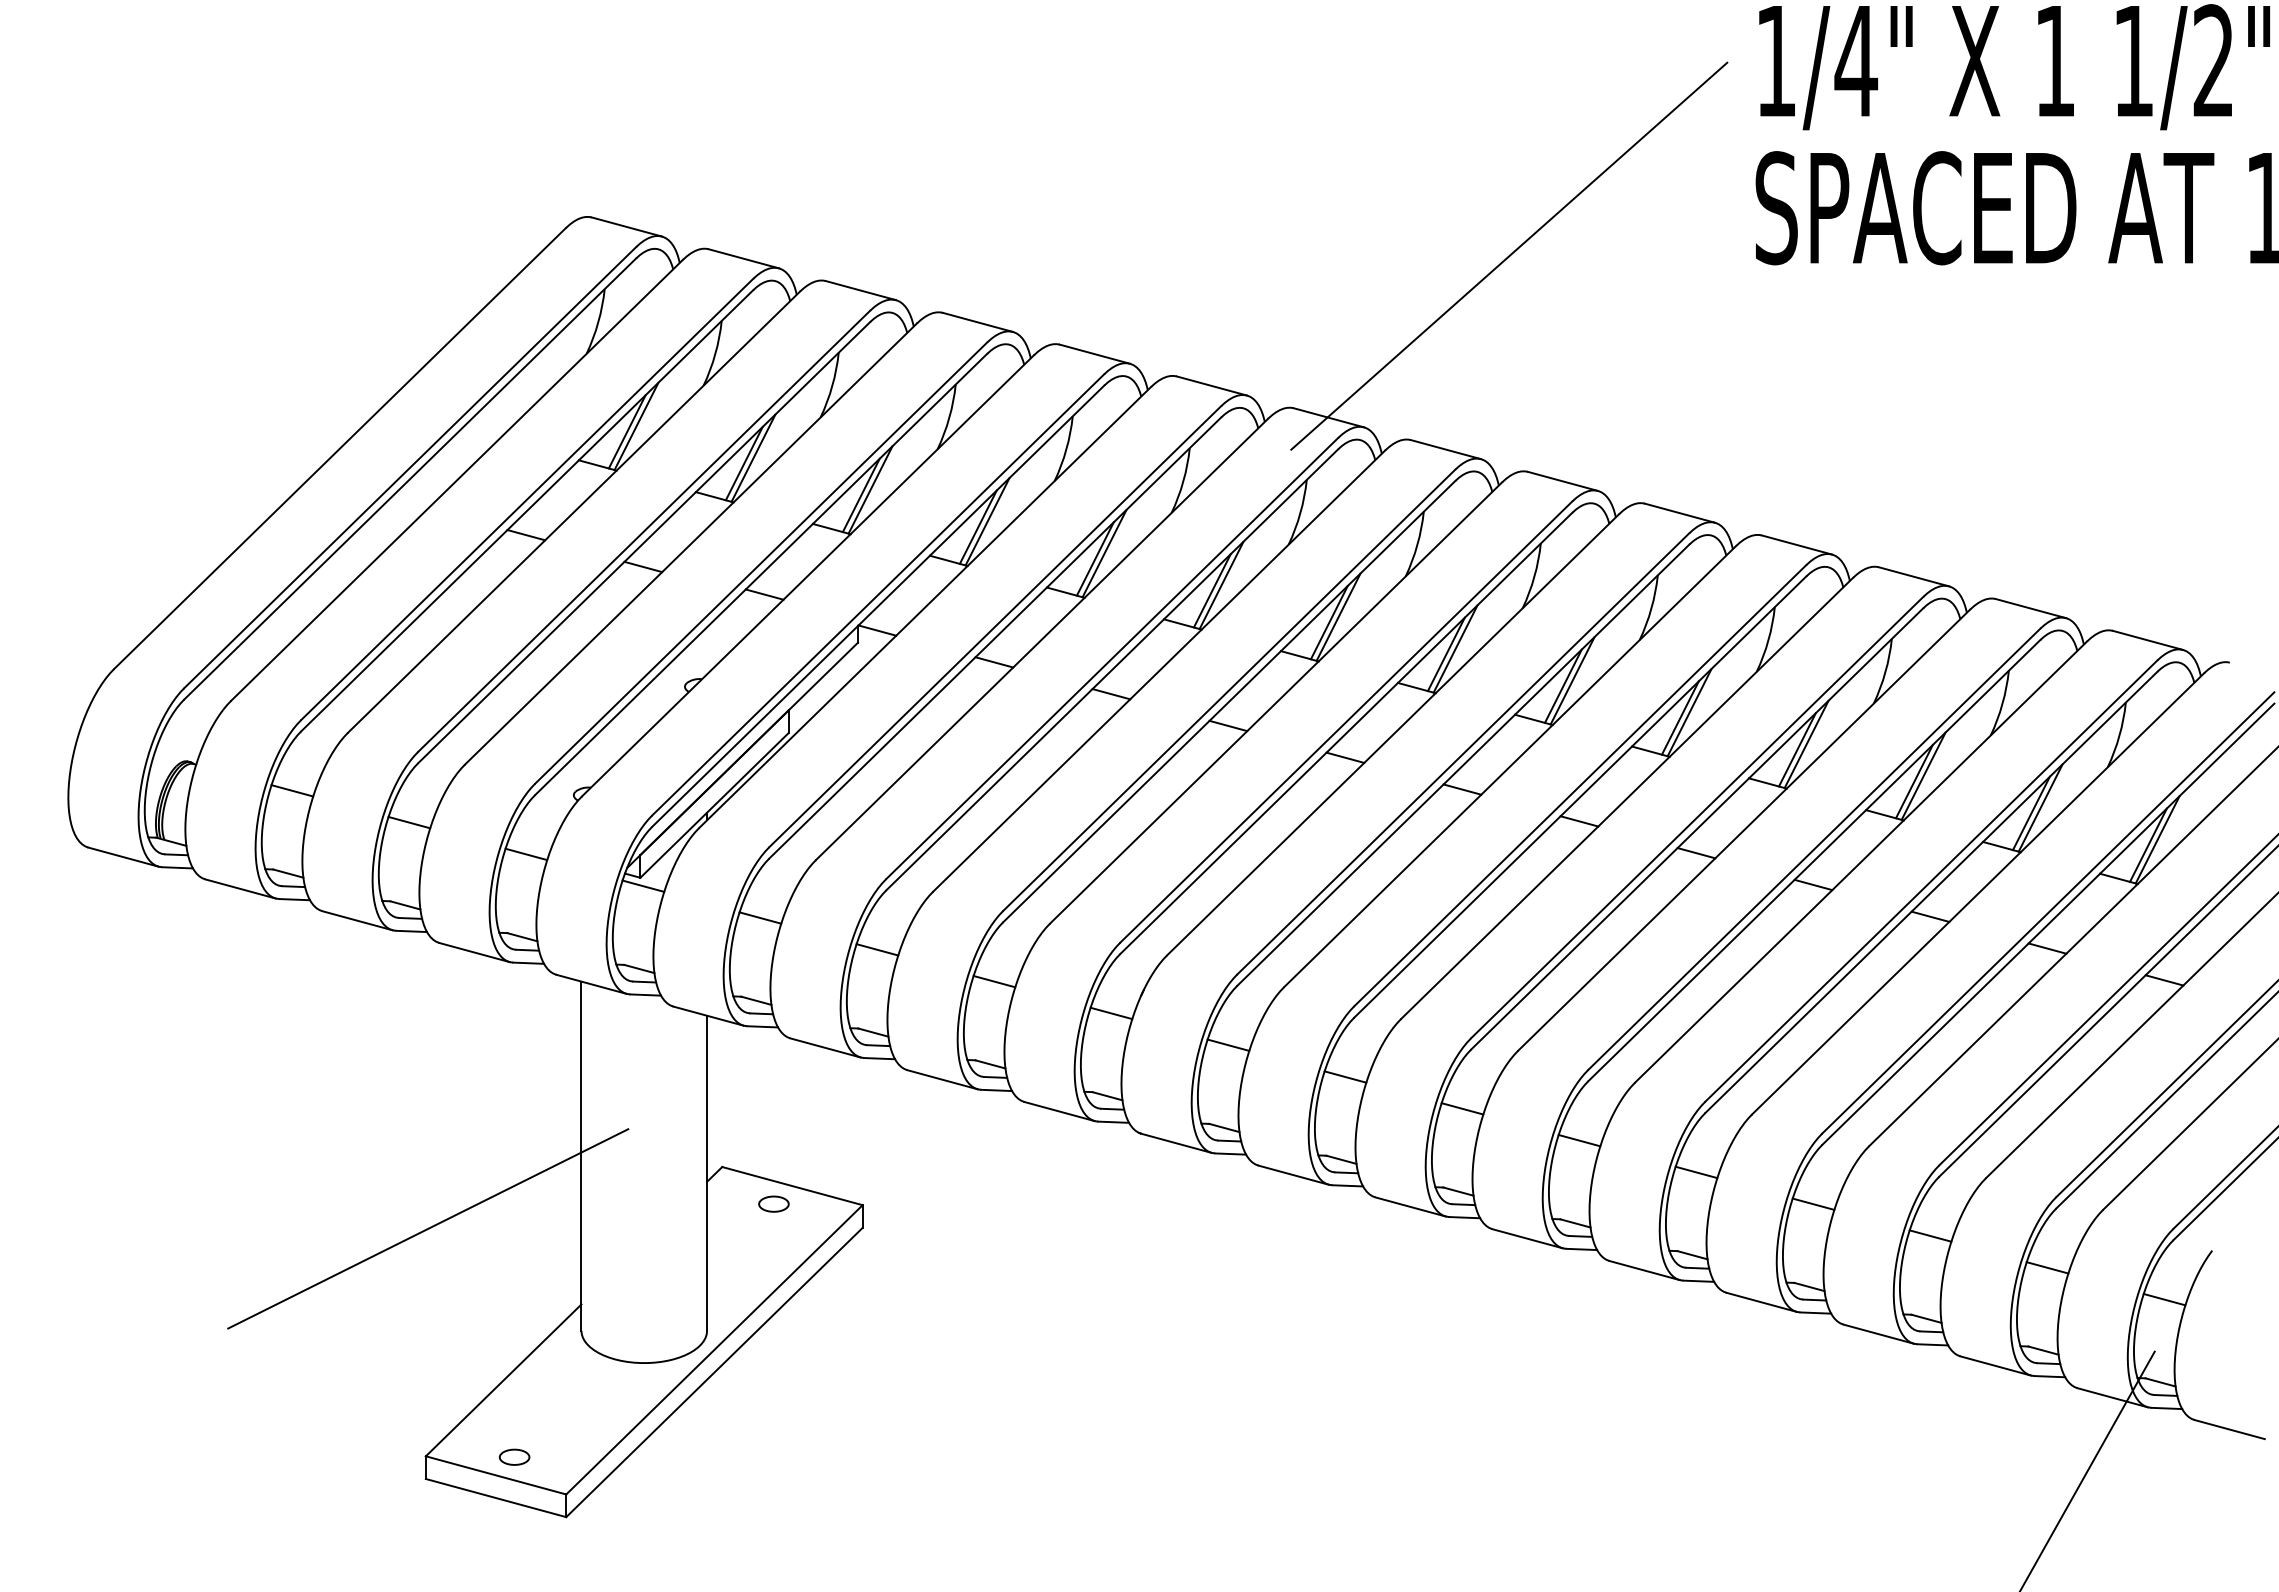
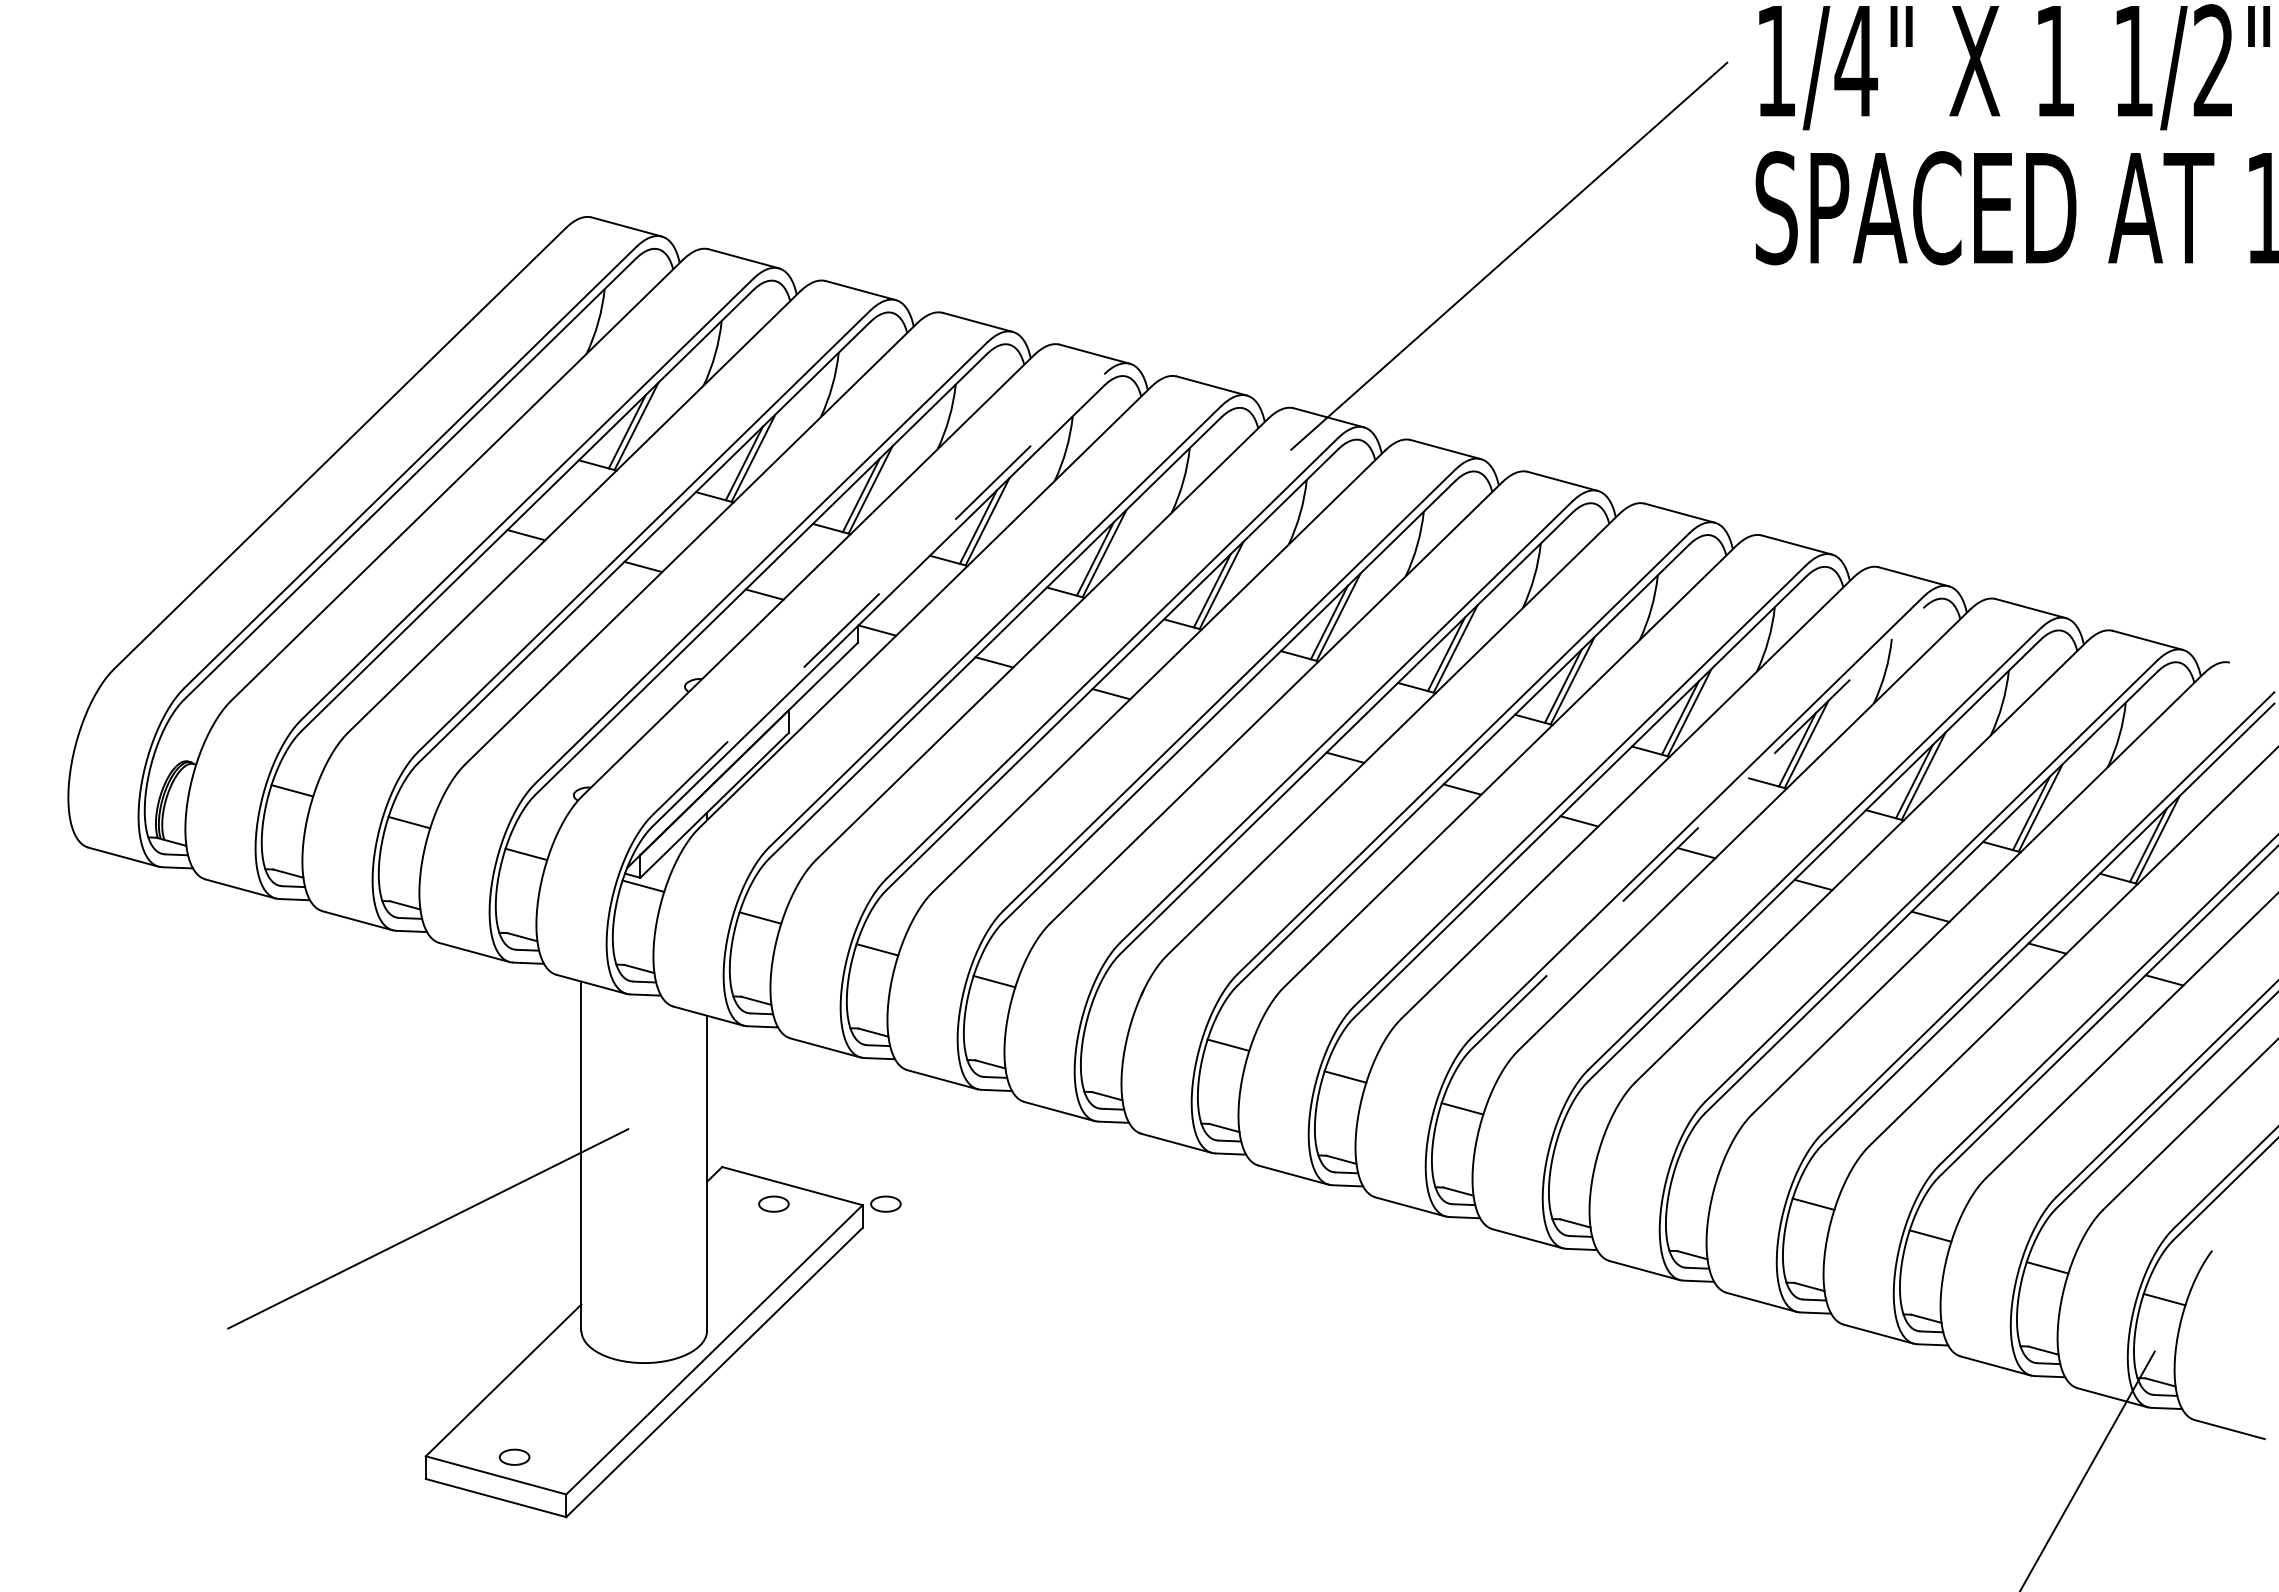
line at (878, 594): solid -> dashed
line at (1228, 725): present -> none
line at (1697, 828): solid -> dashed
line at (1111, 1013): present -> none
line at (1579, 1140): present -> none
line at (1696, 1172): present -> none
part at (885, 1203): none -> present
